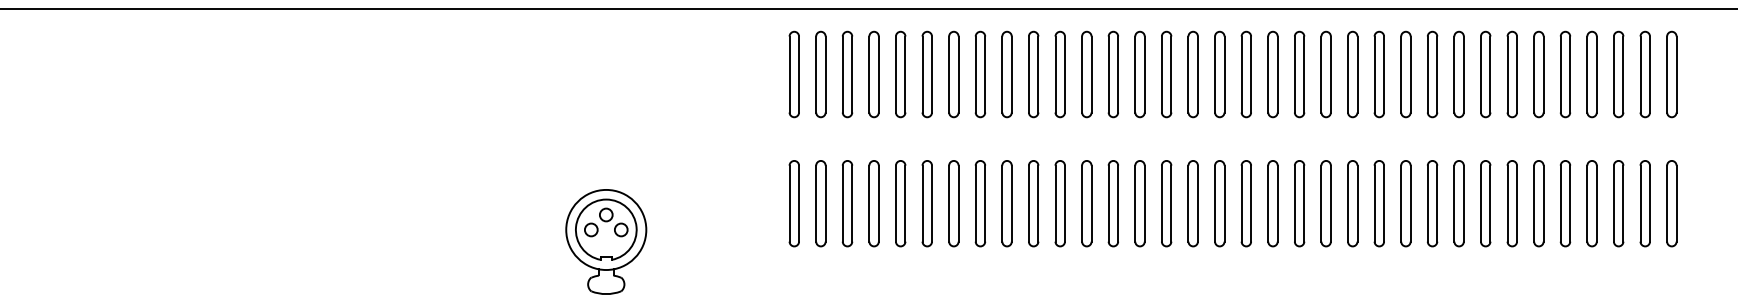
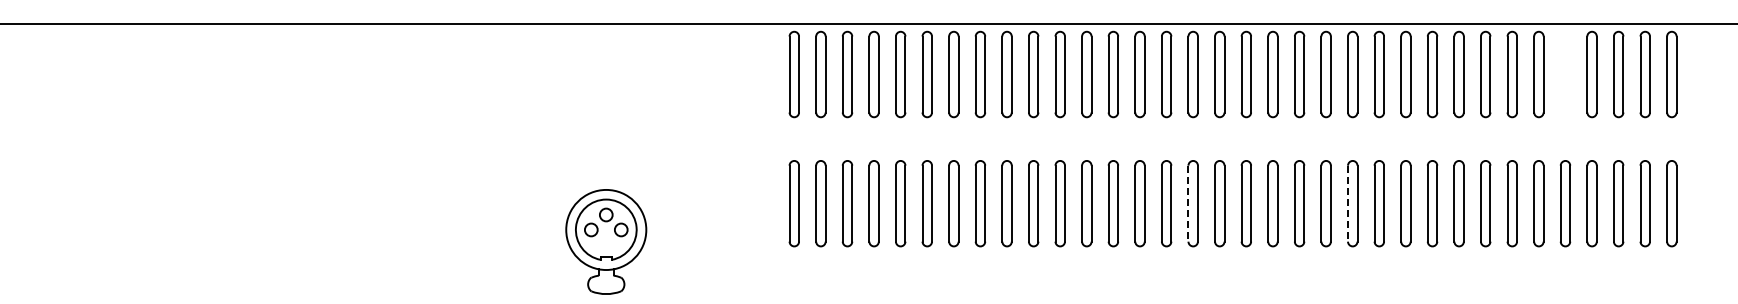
line at (868, 8) position: (868, 8) -> (868, 23)
part at (1565, 74): present -> none
line at (1188, 203): solid -> dashed
line at (1348, 203): solid -> dashed
